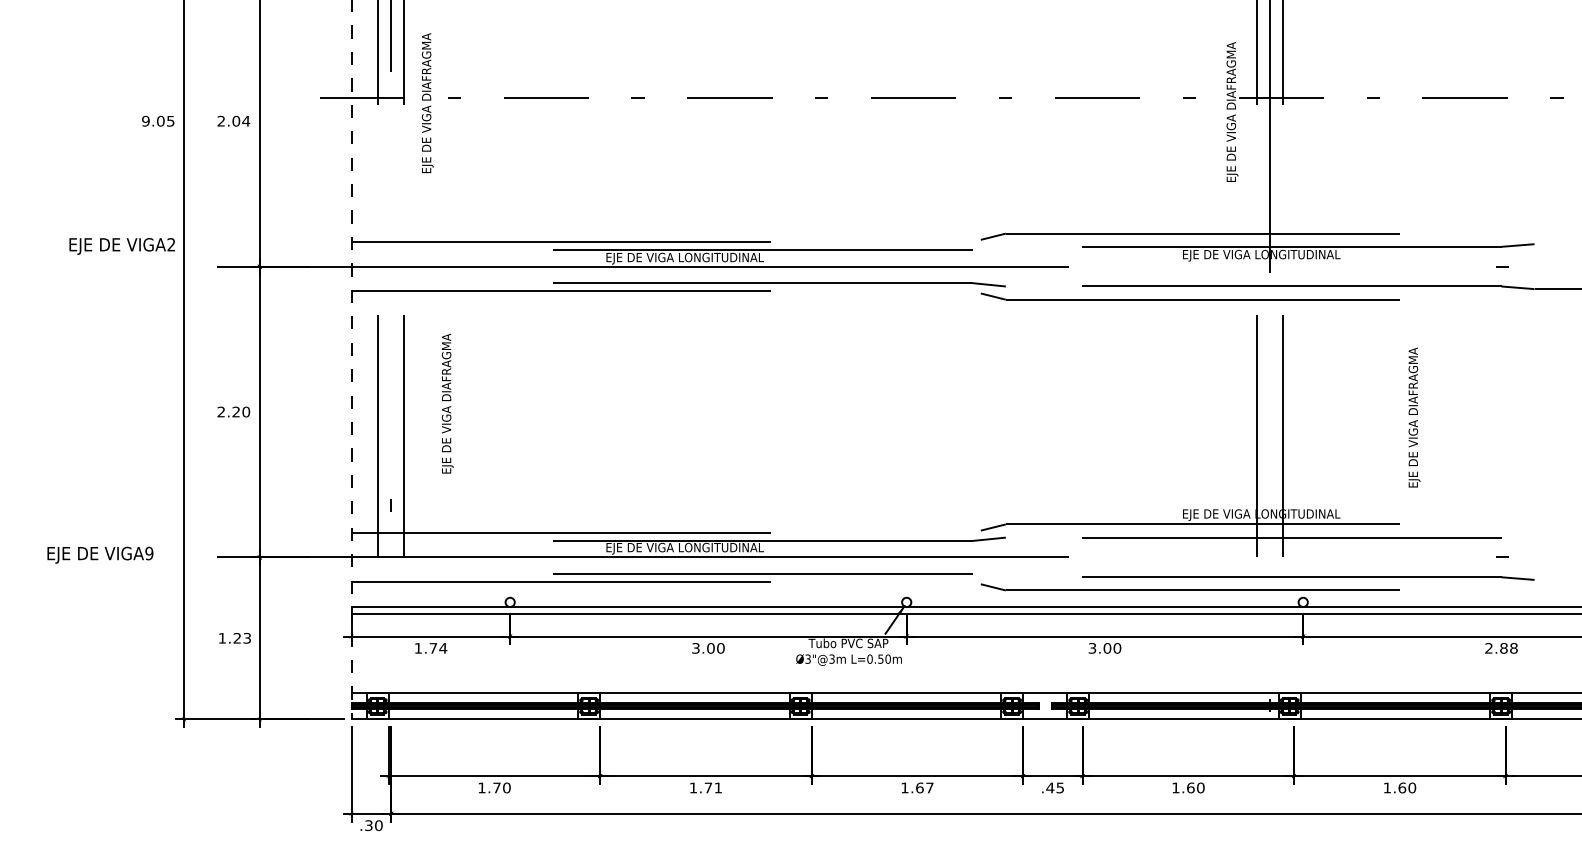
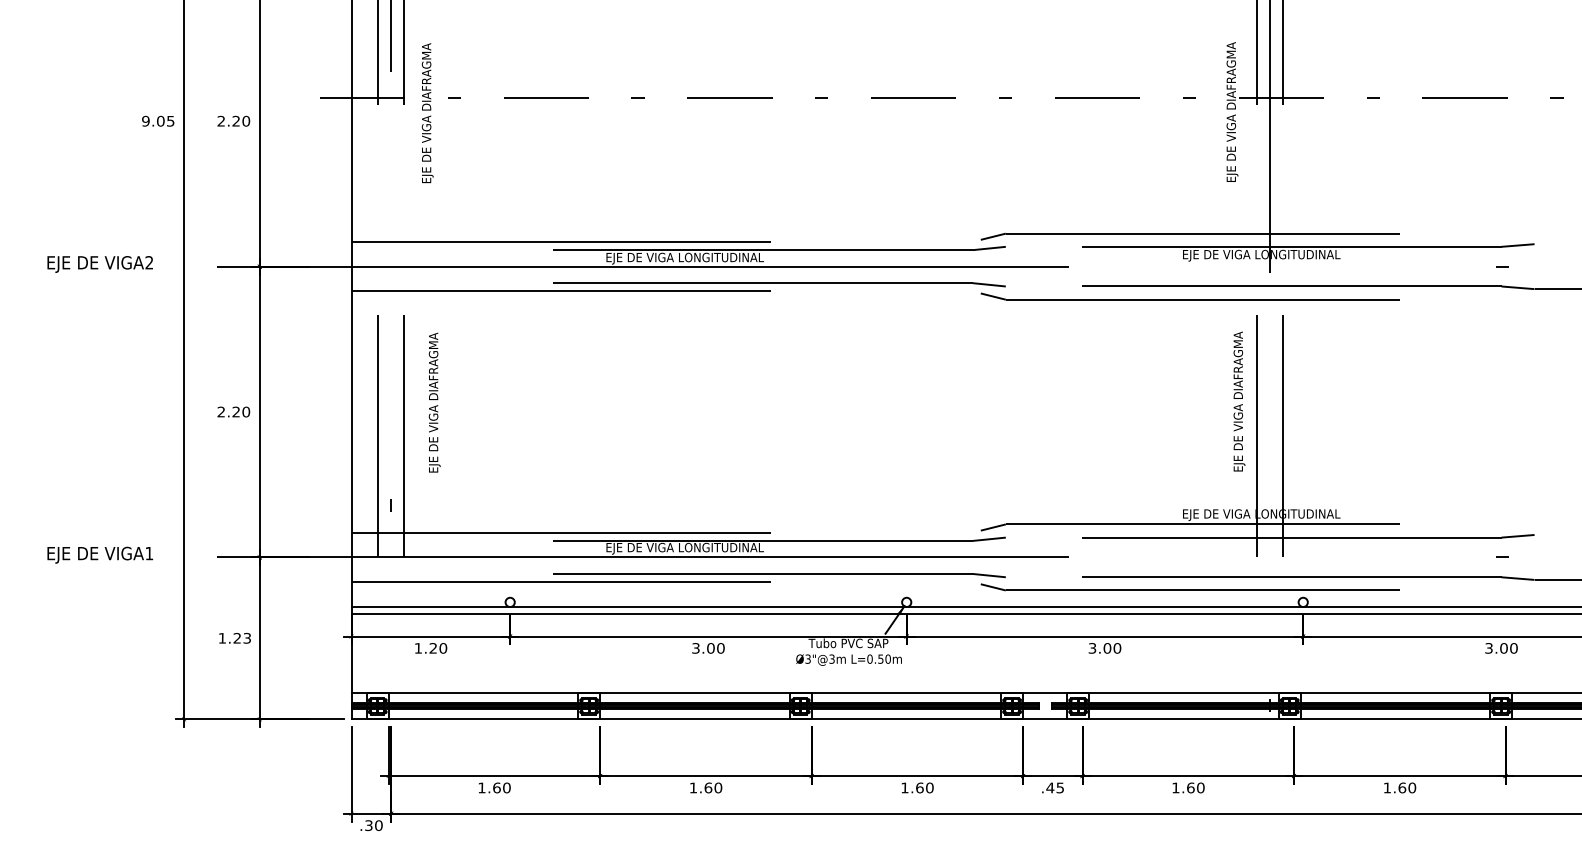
text at (427, 103) position: (427, 103) -> (427, 113)
text at (241, 120): 2.04 -> 2.20
text at (121, 246) position: (121, 246) -> (99, 264)
line at (988, 248): none -> present
line at (351, 360): dashed -> solid
text at (447, 403) position: (447, 403) -> (434, 402)
text at (1414, 417) position: (1414, 417) -> (1239, 401)
line at (1517, 535): none -> present
text at (149, 553): VIGA9 -> VIGA1
line at (988, 575): none -> present
line at (1556, 579): none -> present
text at (438, 648): 1.74 -> 1.20
text at (1501, 648): 2.88 -> 3.00
text at (496, 787): 1.70 -> 1.60
text at (713, 787): 1.71 -> 1.60
text at (929, 787): 1.67 -> 1.60
